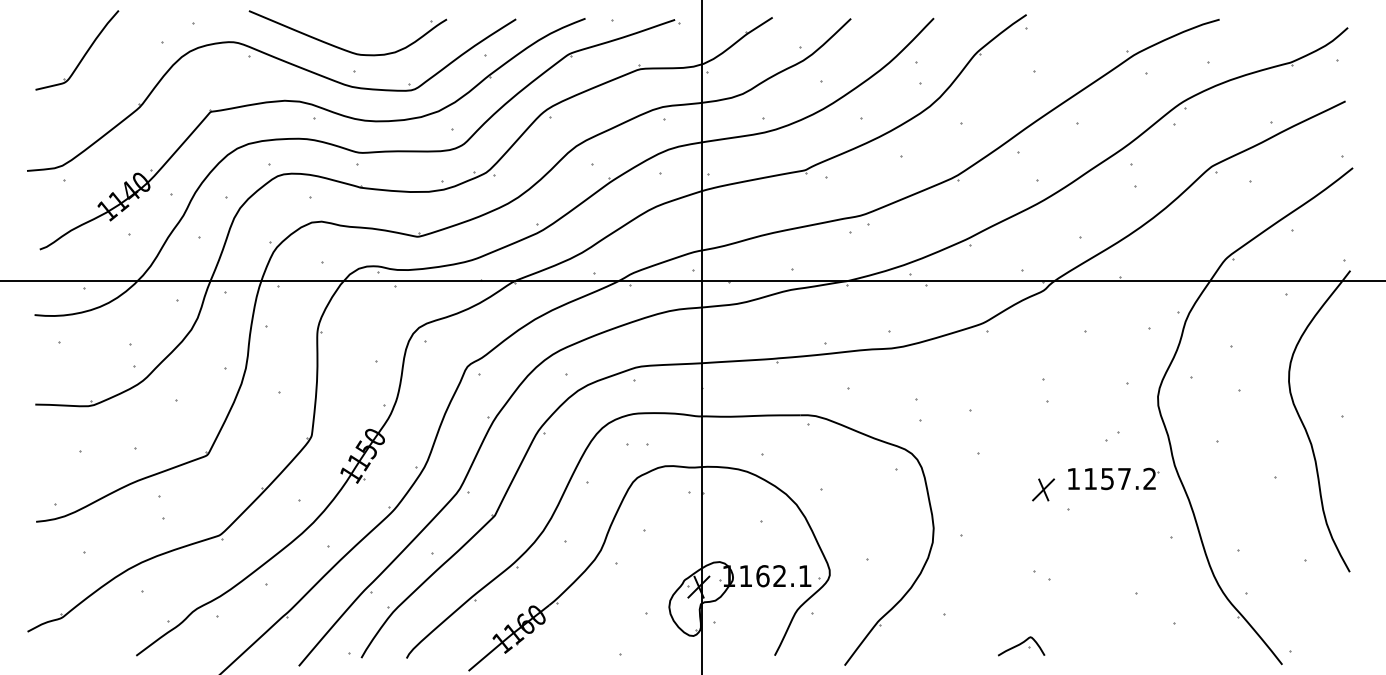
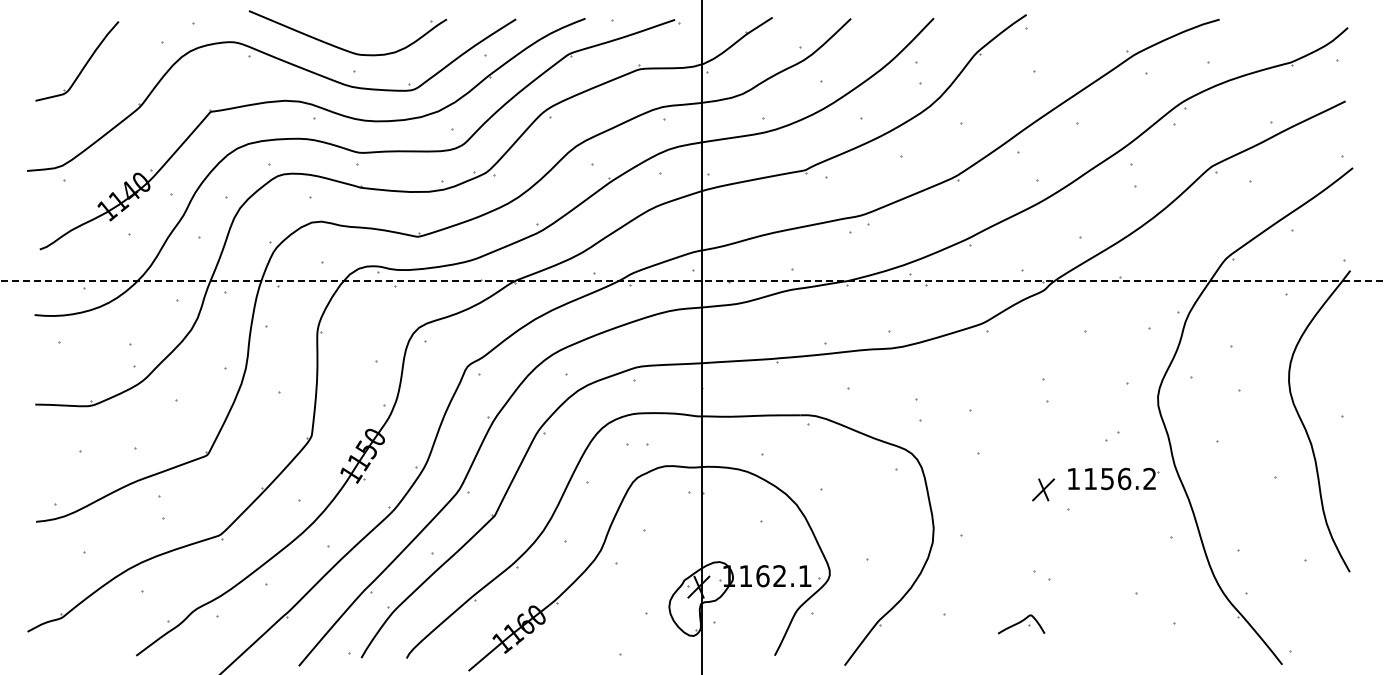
part at (84, 53) position: (84, 53) -> (84, 64)
line at (692, 281): solid -> dashed
text at (1124, 478): 1157.2 -> 1156.2
part at (1021, 646) position: (1021, 646) -> (1021, 624)
